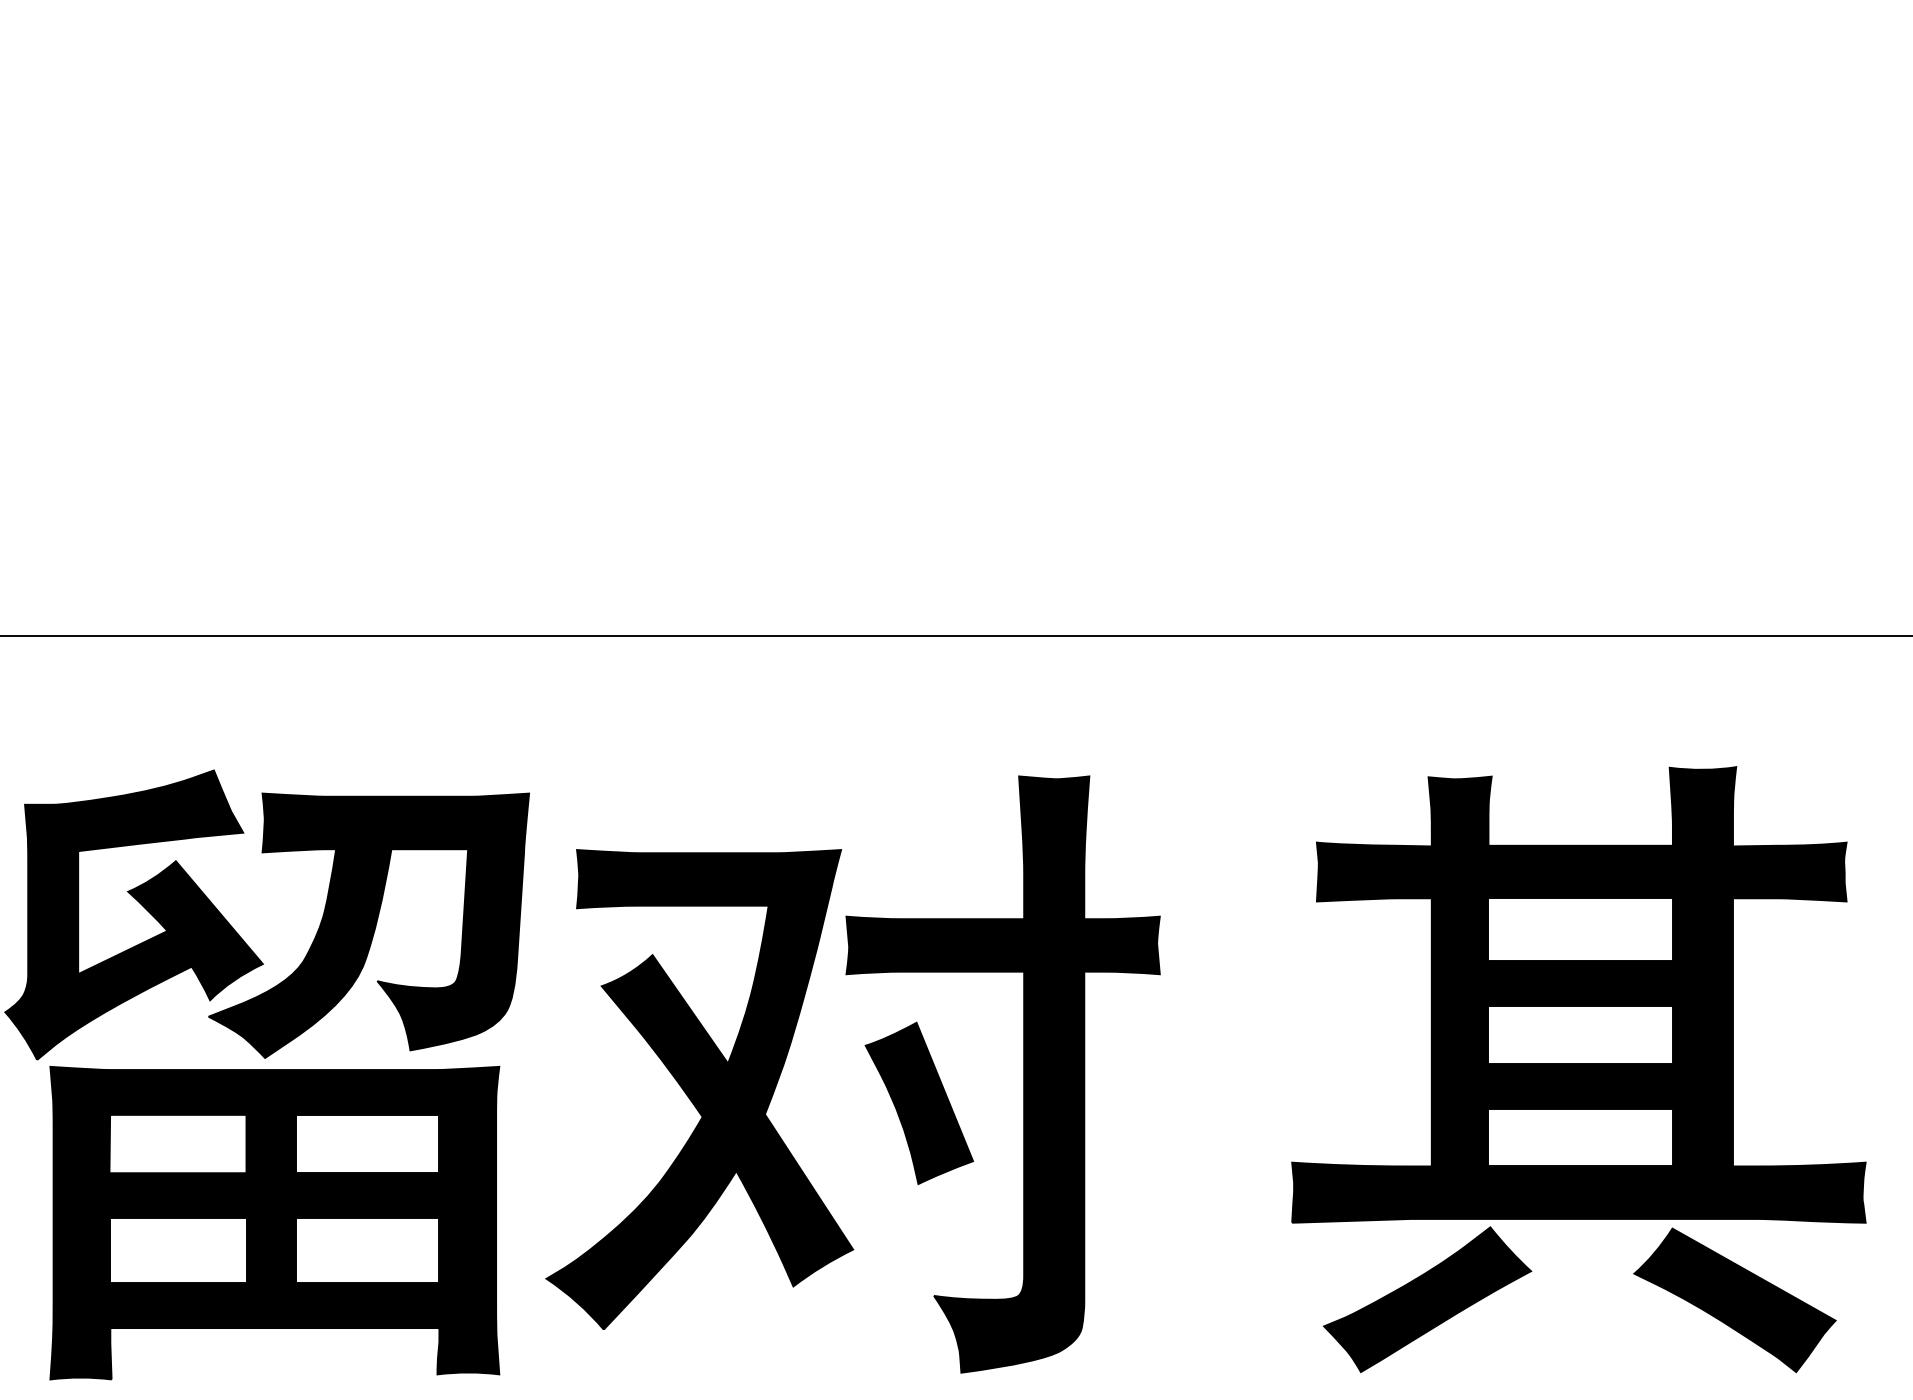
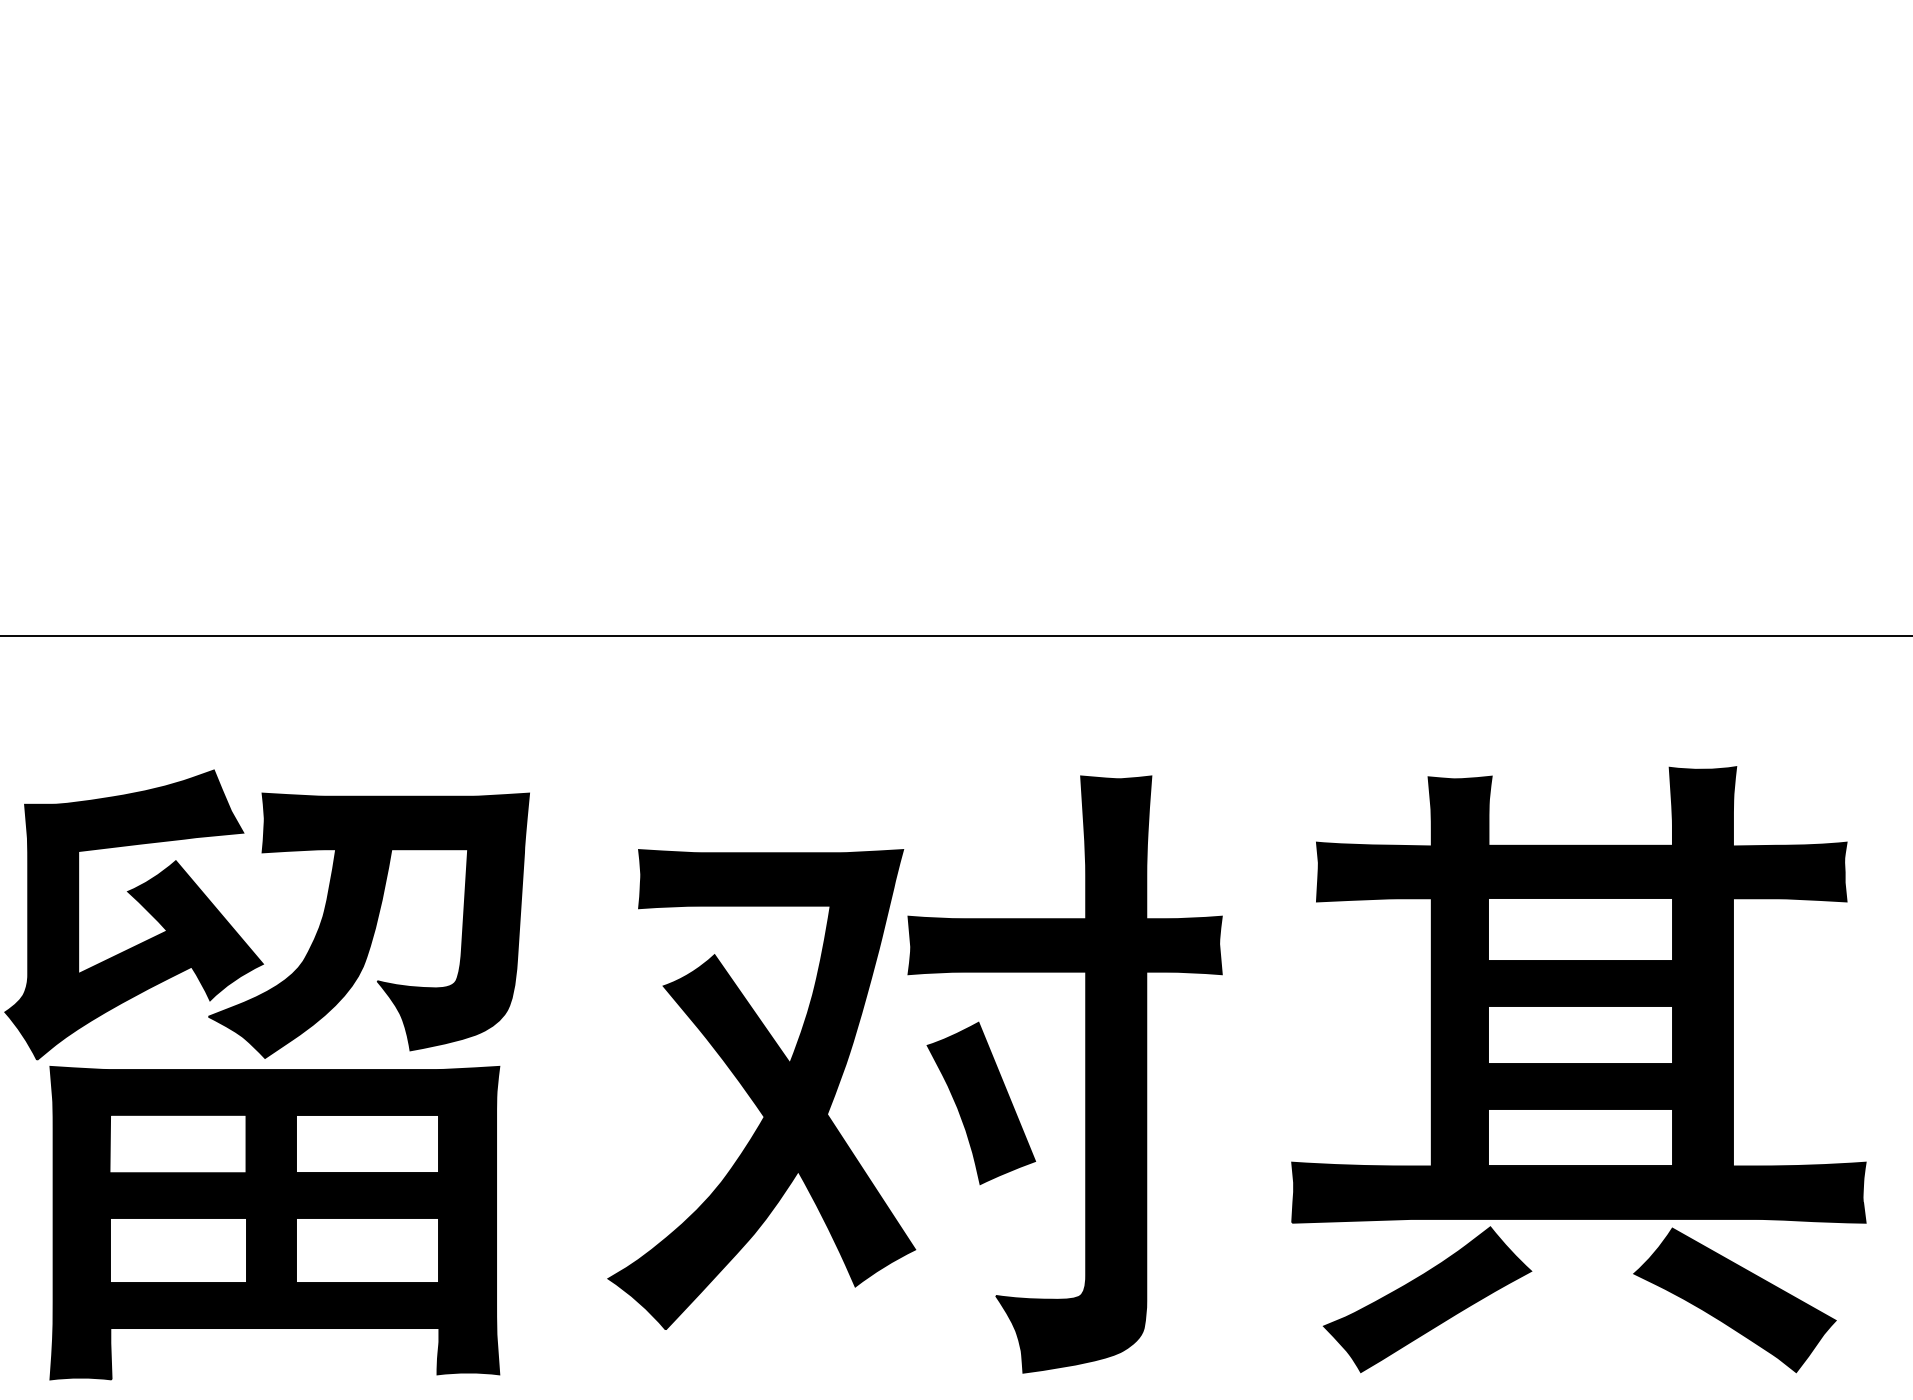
part at (874, 1064) position: (874, 1064) -> (936, 1064)
